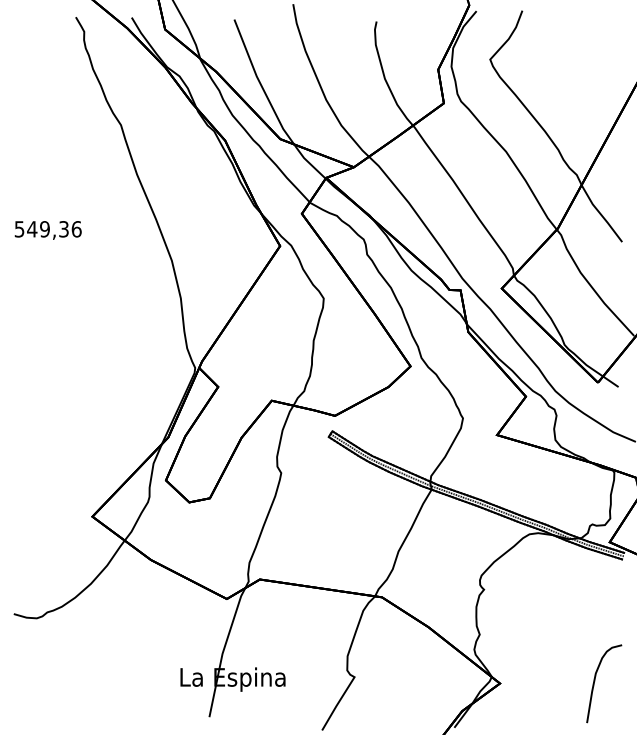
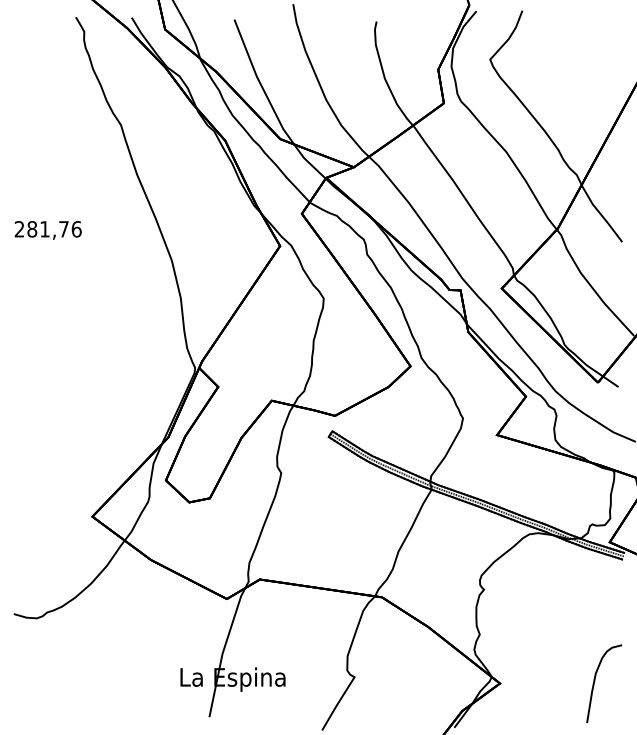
text at (41, 229): 549,36 -> 281,76
